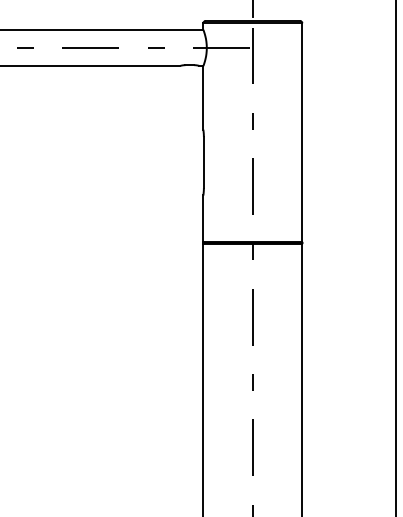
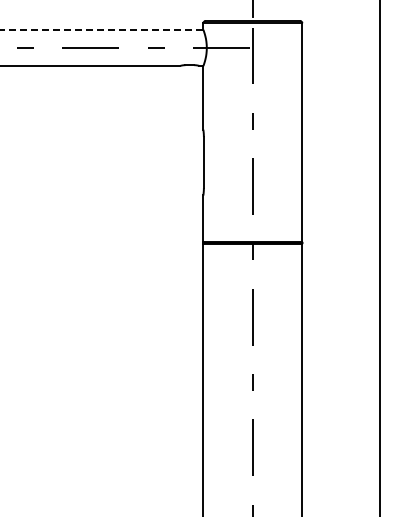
line at (101, 29): solid -> dashed
line at (396, 257) position: (396, 257) -> (380, 257)
